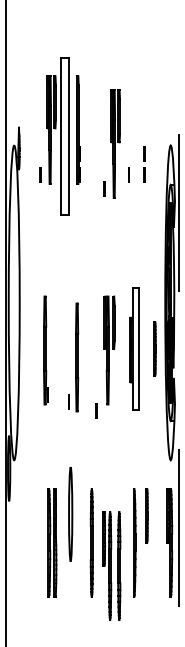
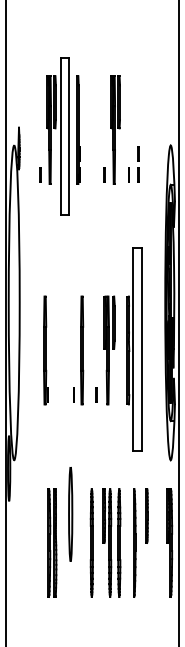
part at (111, 143) position: (111, 143) -> (111, 129)
line at (144, 161) position: (144, 161) -> (138, 161)
line at (179, 323): dashed -> solid
part at (134, 348) size: 11x124 px -> 17x205 px
line at (154, 348): present -> none
part at (73, 357) position: (73, 357) -> (78, 350)
line at (96, 410) position: (96, 410) -> (96, 394)
part at (111, 565) position: (111, 565) -> (111, 542)
